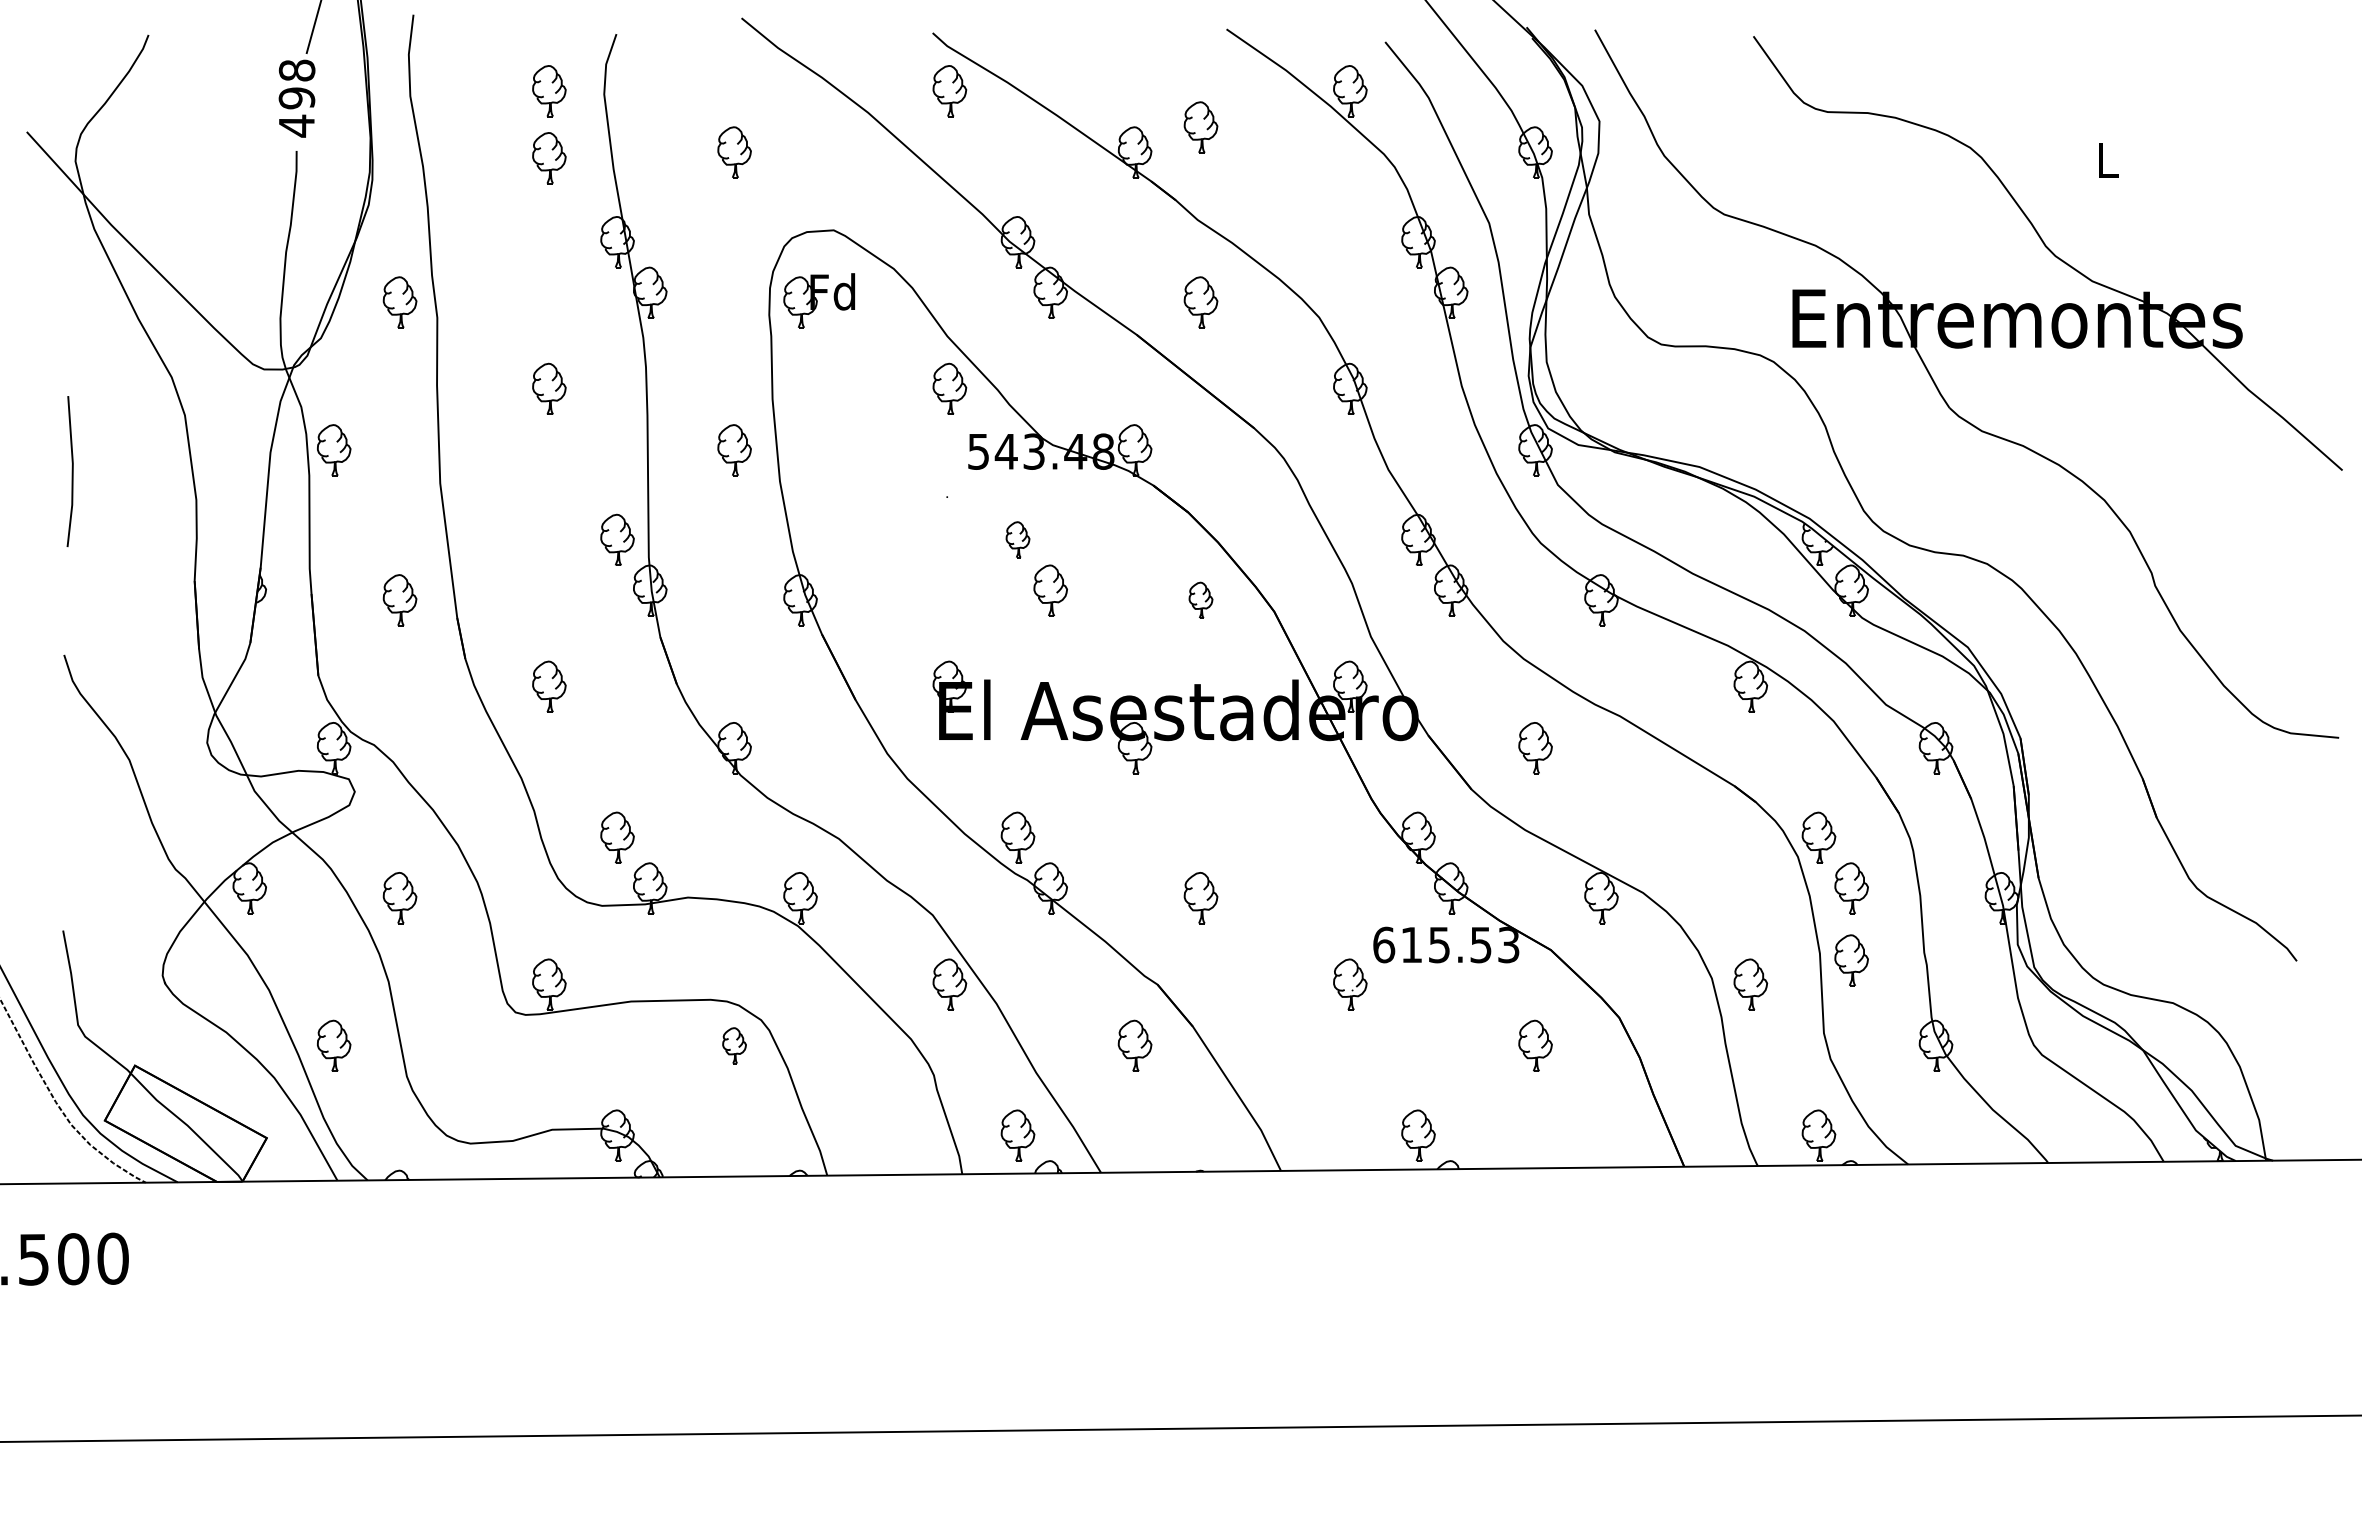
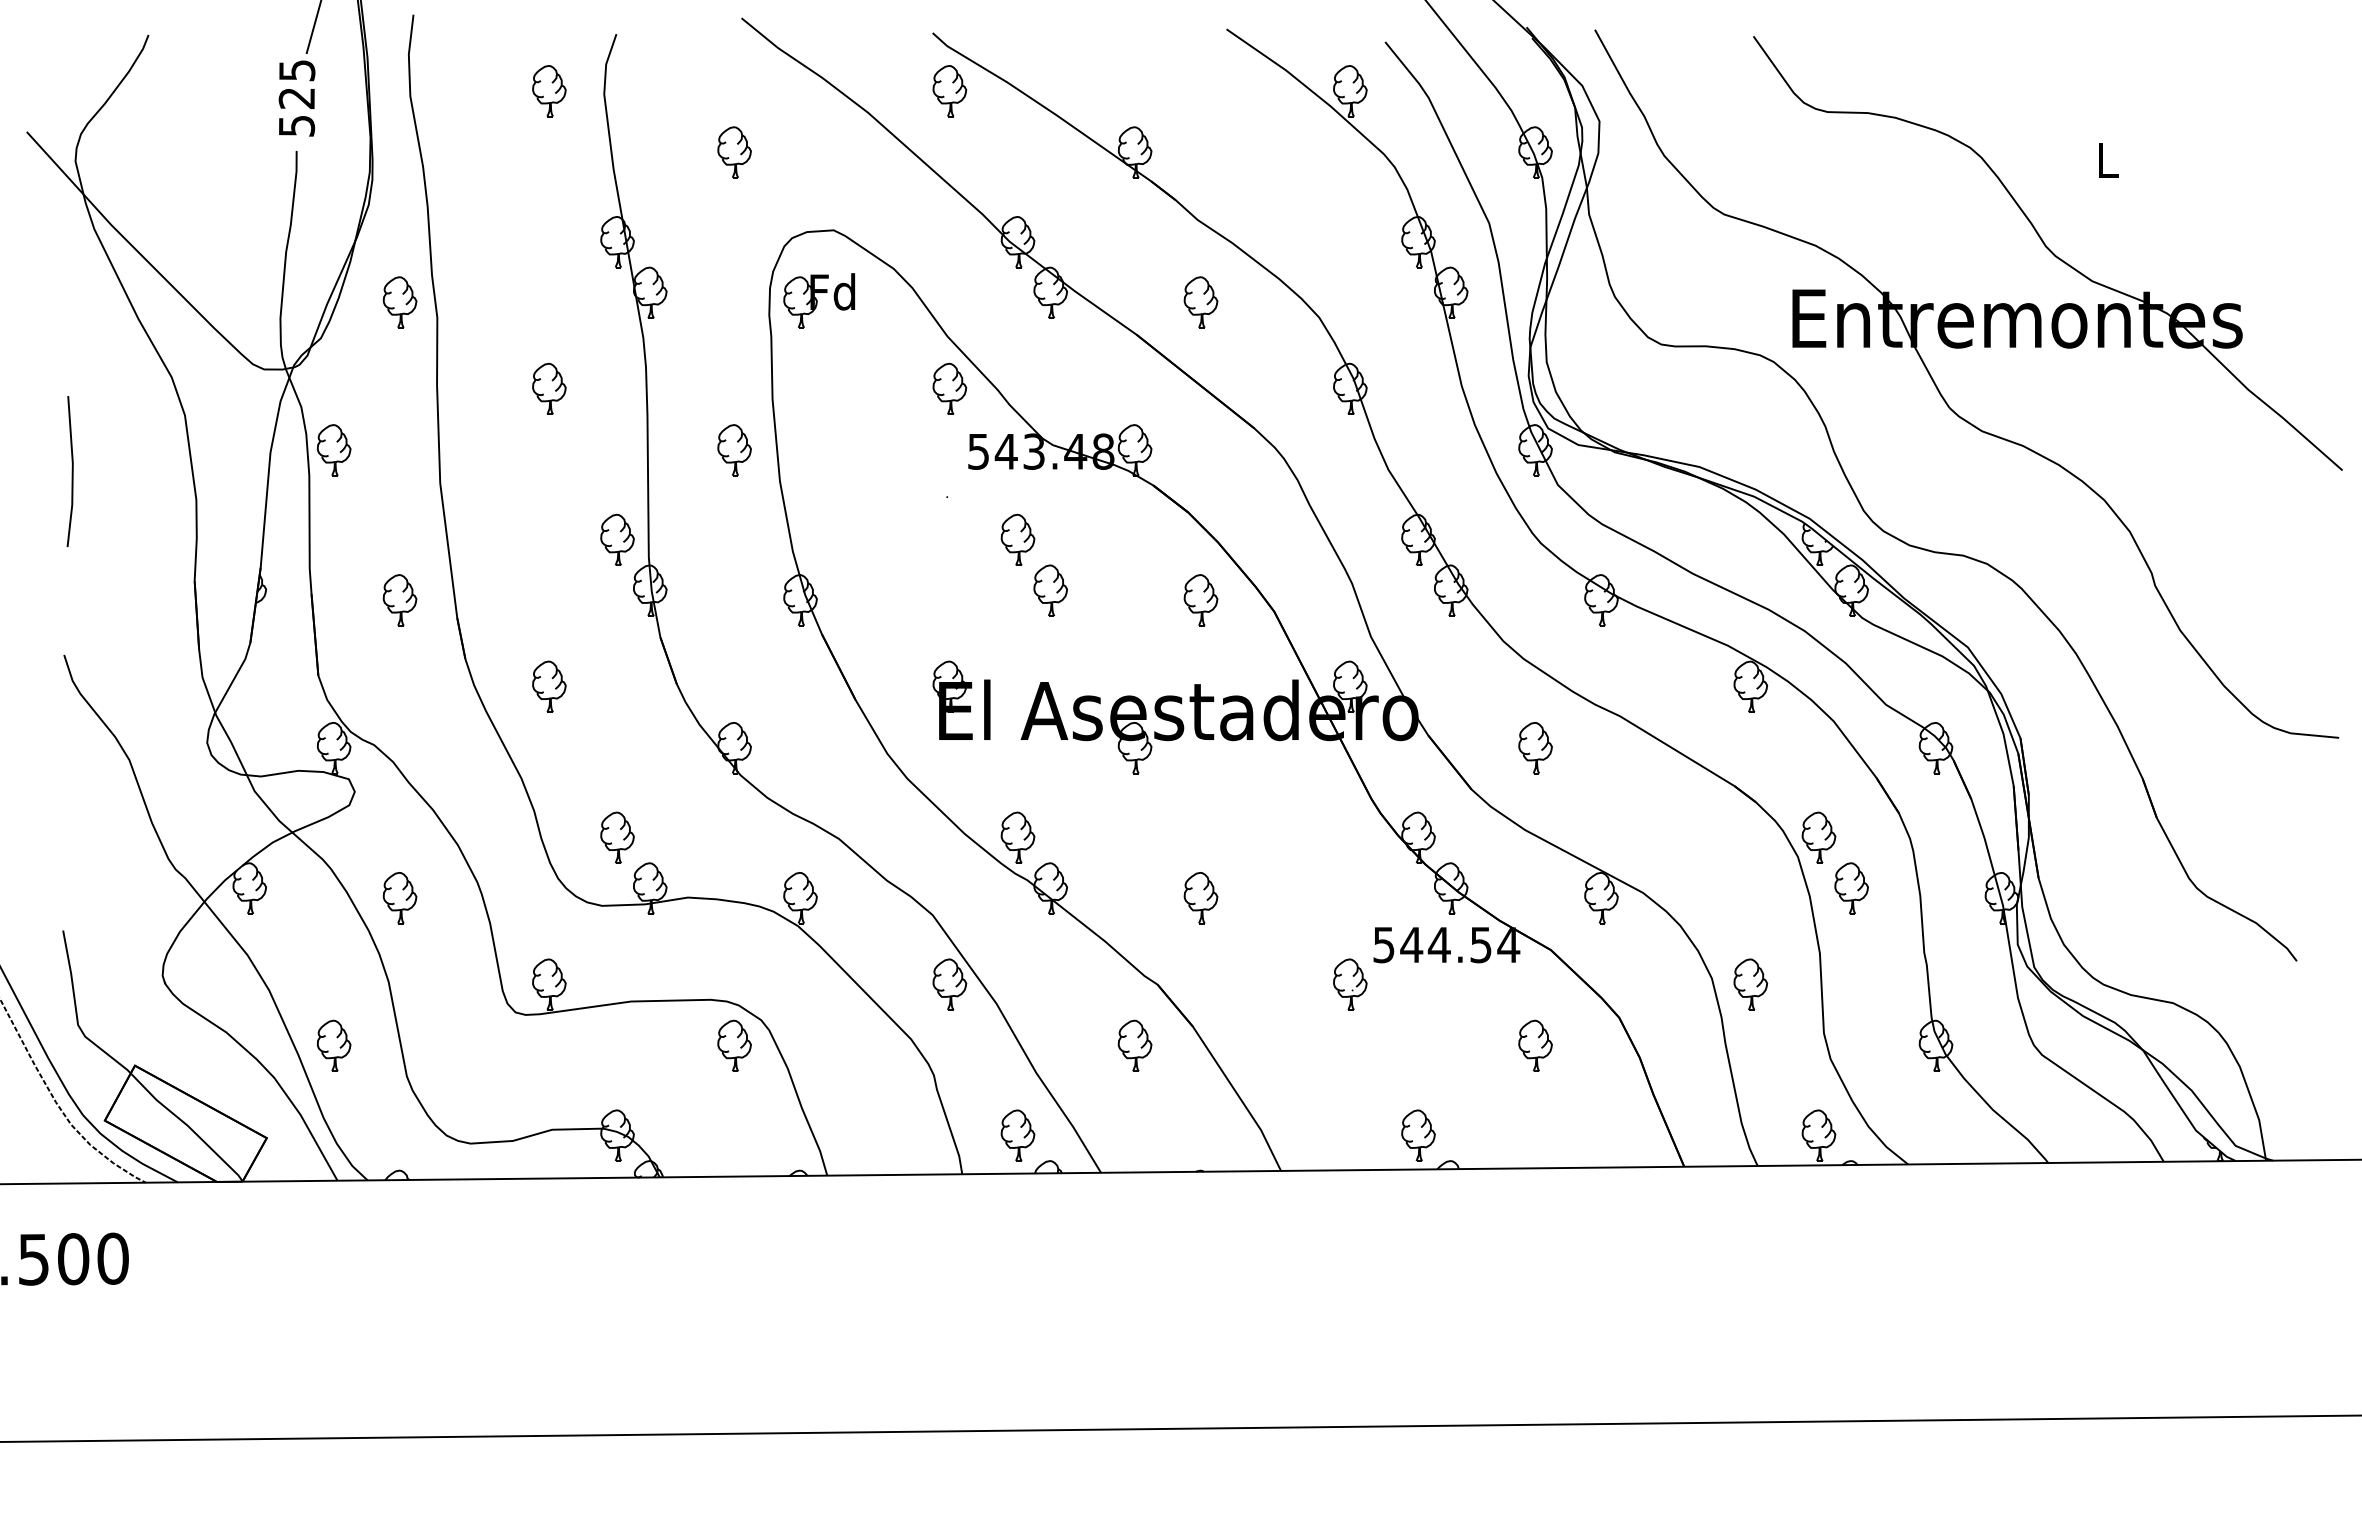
text at (296, 98): 498 -> 525
part at (1200, 127): present -> none
part at (549, 158): present -> none
part at (1017, 539) size: 26x38 px -> 36x53 px
part at (1200, 599) size: 26x38 px -> 36x53 px
text at (1446, 944): 615.53 -> 544.54
part at (1851, 960): present -> none
part at (734, 1045) size: 25x38 px -> 35x53 px
